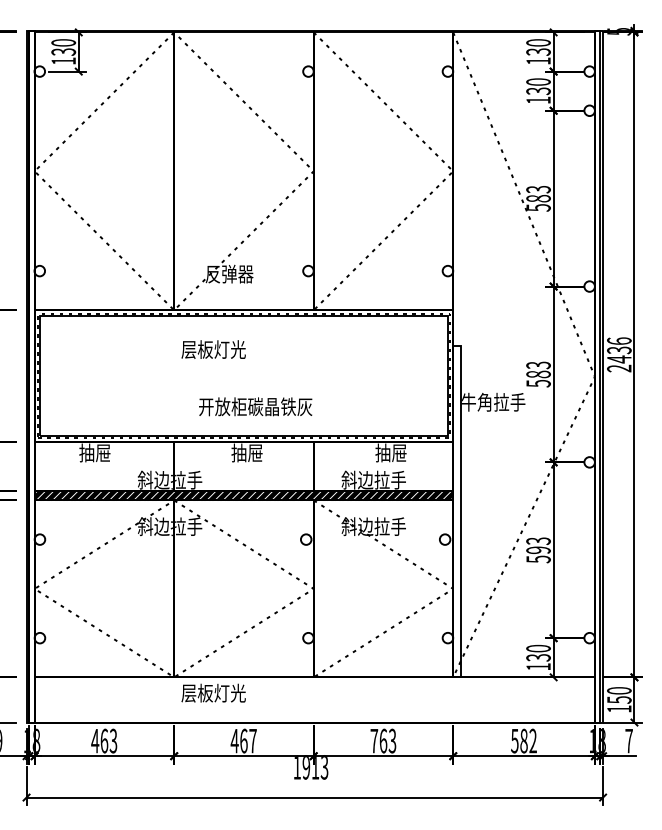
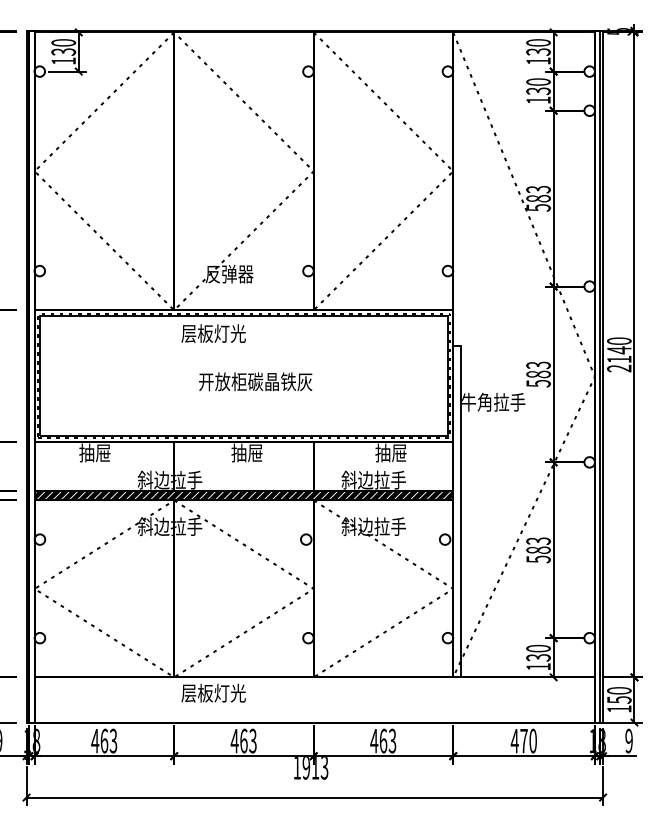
text at (213, 349) position: (213, 349) -> (213, 333)
text at (619, 350): 2436 -> 2140
text at (255, 406) position: (255, 406) -> (255, 381)
text at (538, 549): 593 -> 583
text at (252, 740): 467 -> 463
text at (523, 740): 582 -> 470
text at (628, 740): 7 -> 9
text at (374, 741): 763 -> 463
